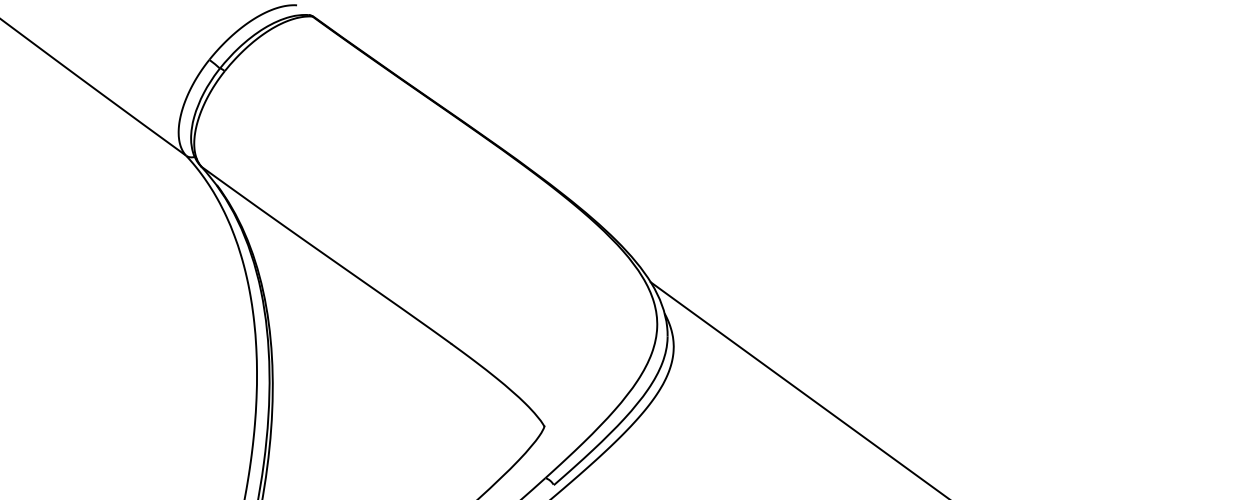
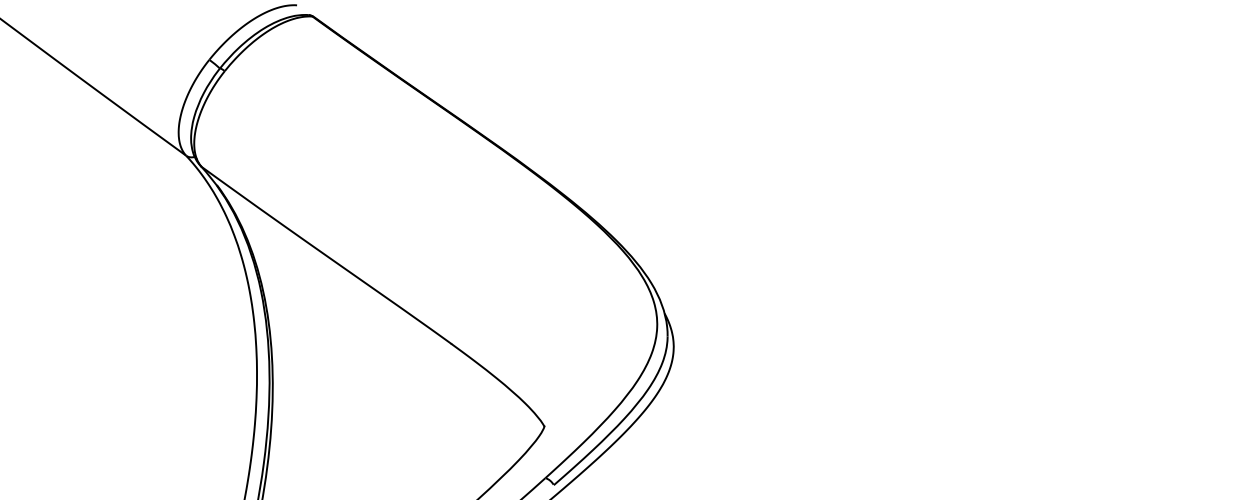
line at (798, 389): present -> none
